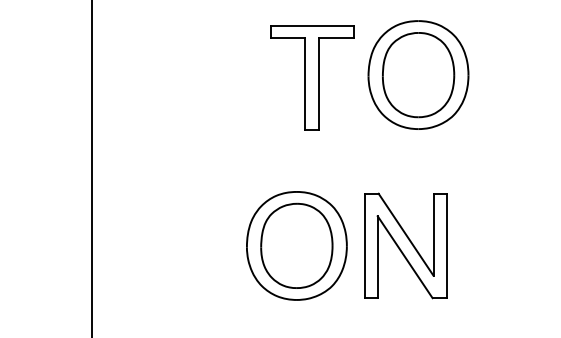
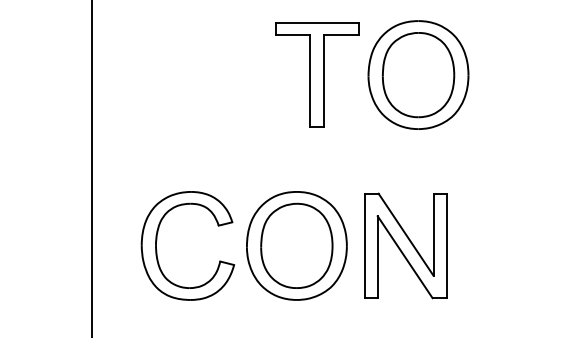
part at (312, 77) position: (312, 77) -> (317, 74)
part at (157, 240): none -> present
